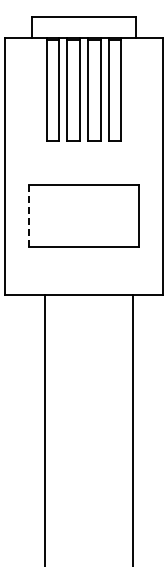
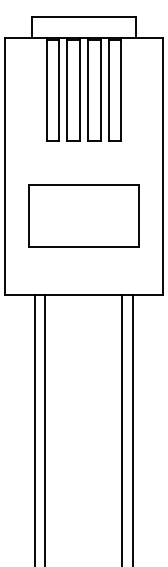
line at (29, 215): dashed -> solid
line at (34, 428): none -> present
line at (122, 428): none -> present
